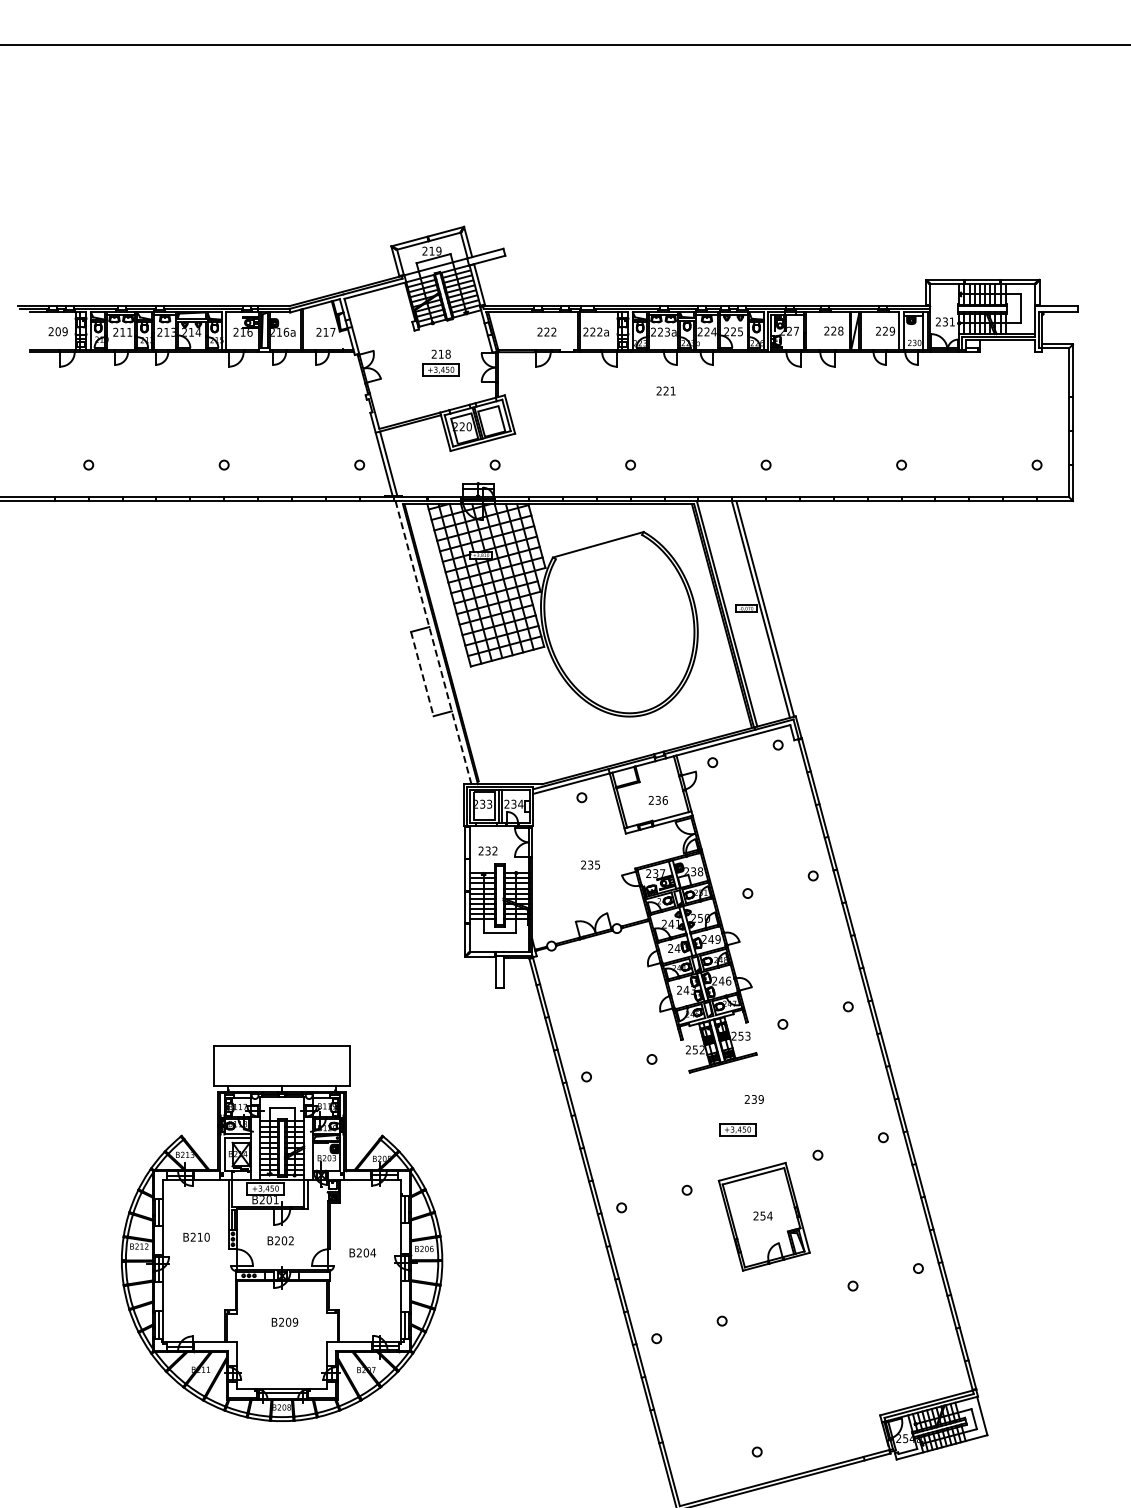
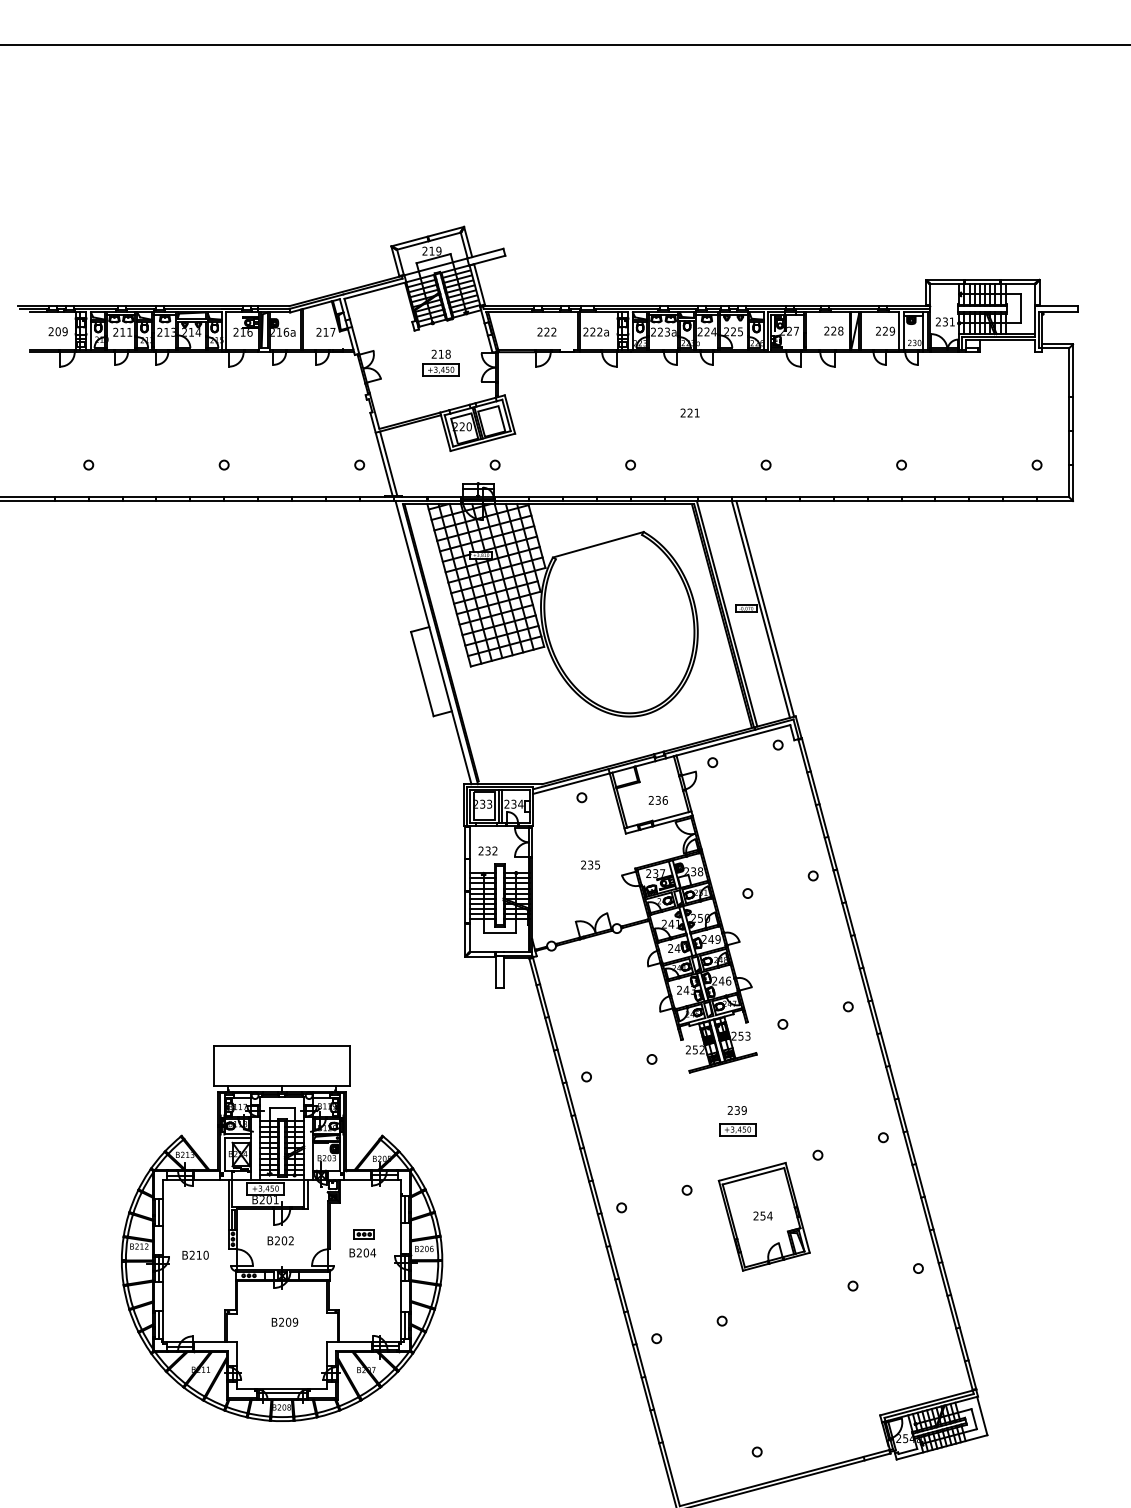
text at (665, 390) position: (665, 390) -> (689, 412)
line at (433, 642): dashed -> solid
line at (422, 674): dashed -> solid
text at (753, 1099) position: (753, 1099) -> (736, 1110)
part at (363, 1234): none -> present
text at (196, 1236) position: (196, 1236) -> (195, 1254)
